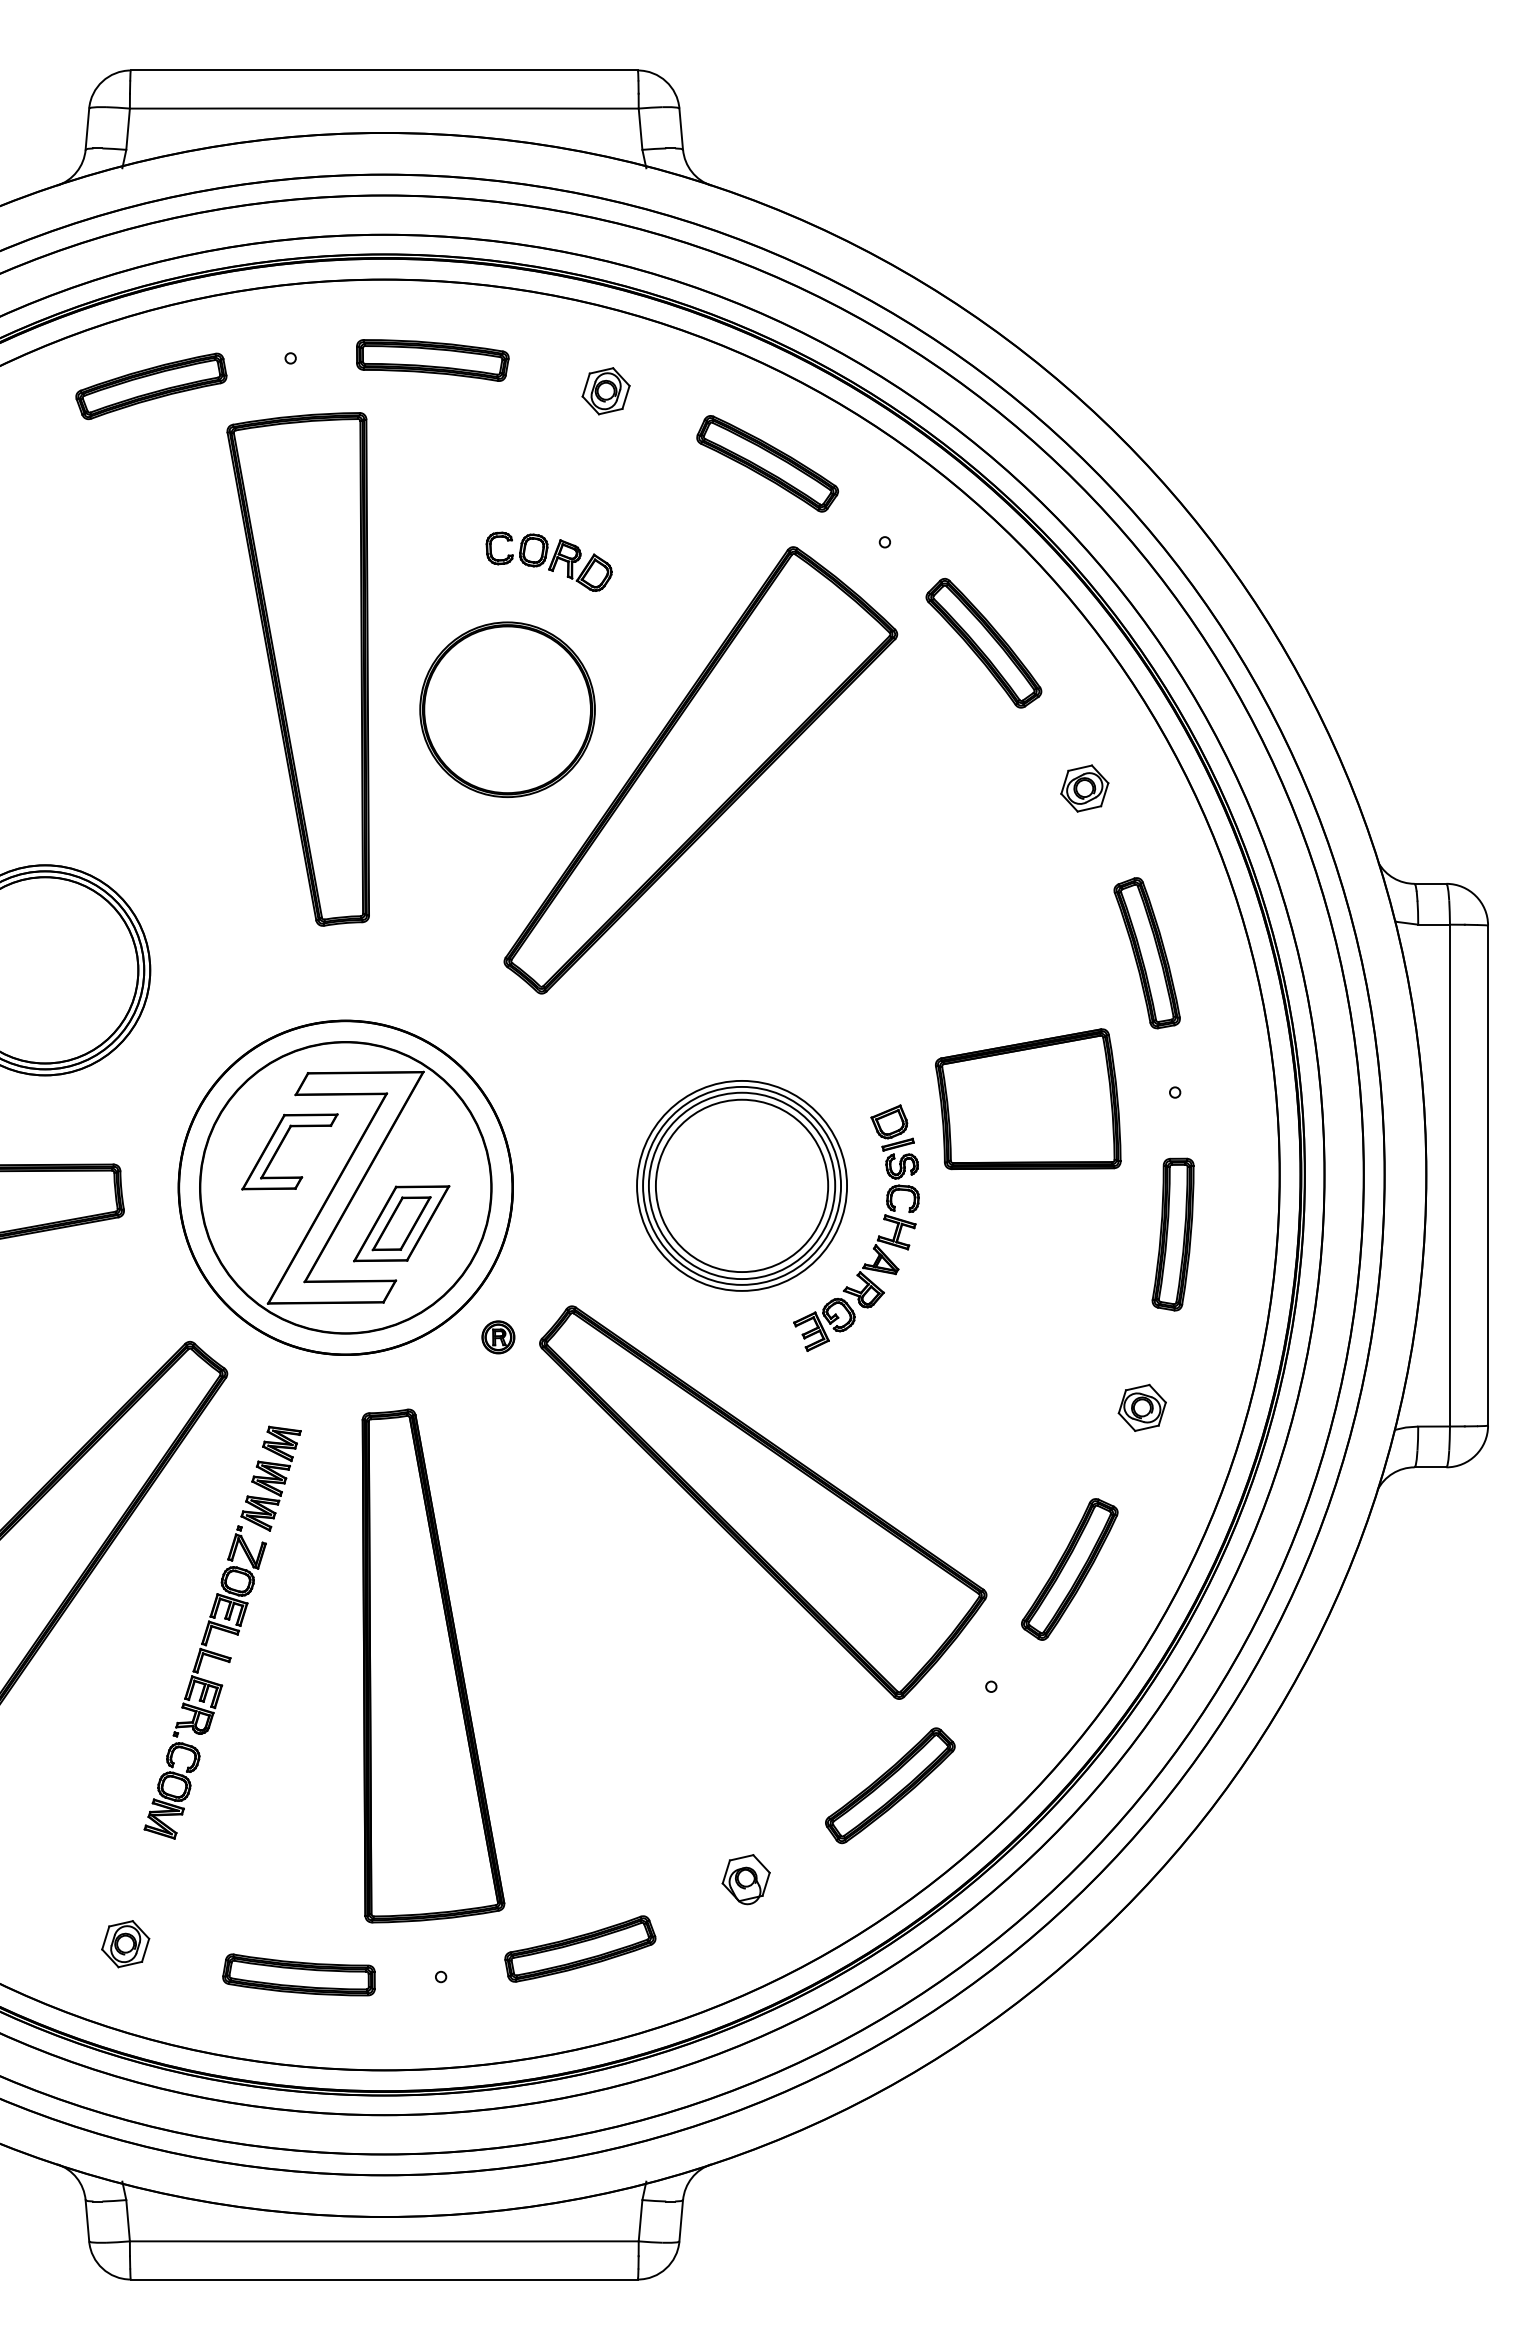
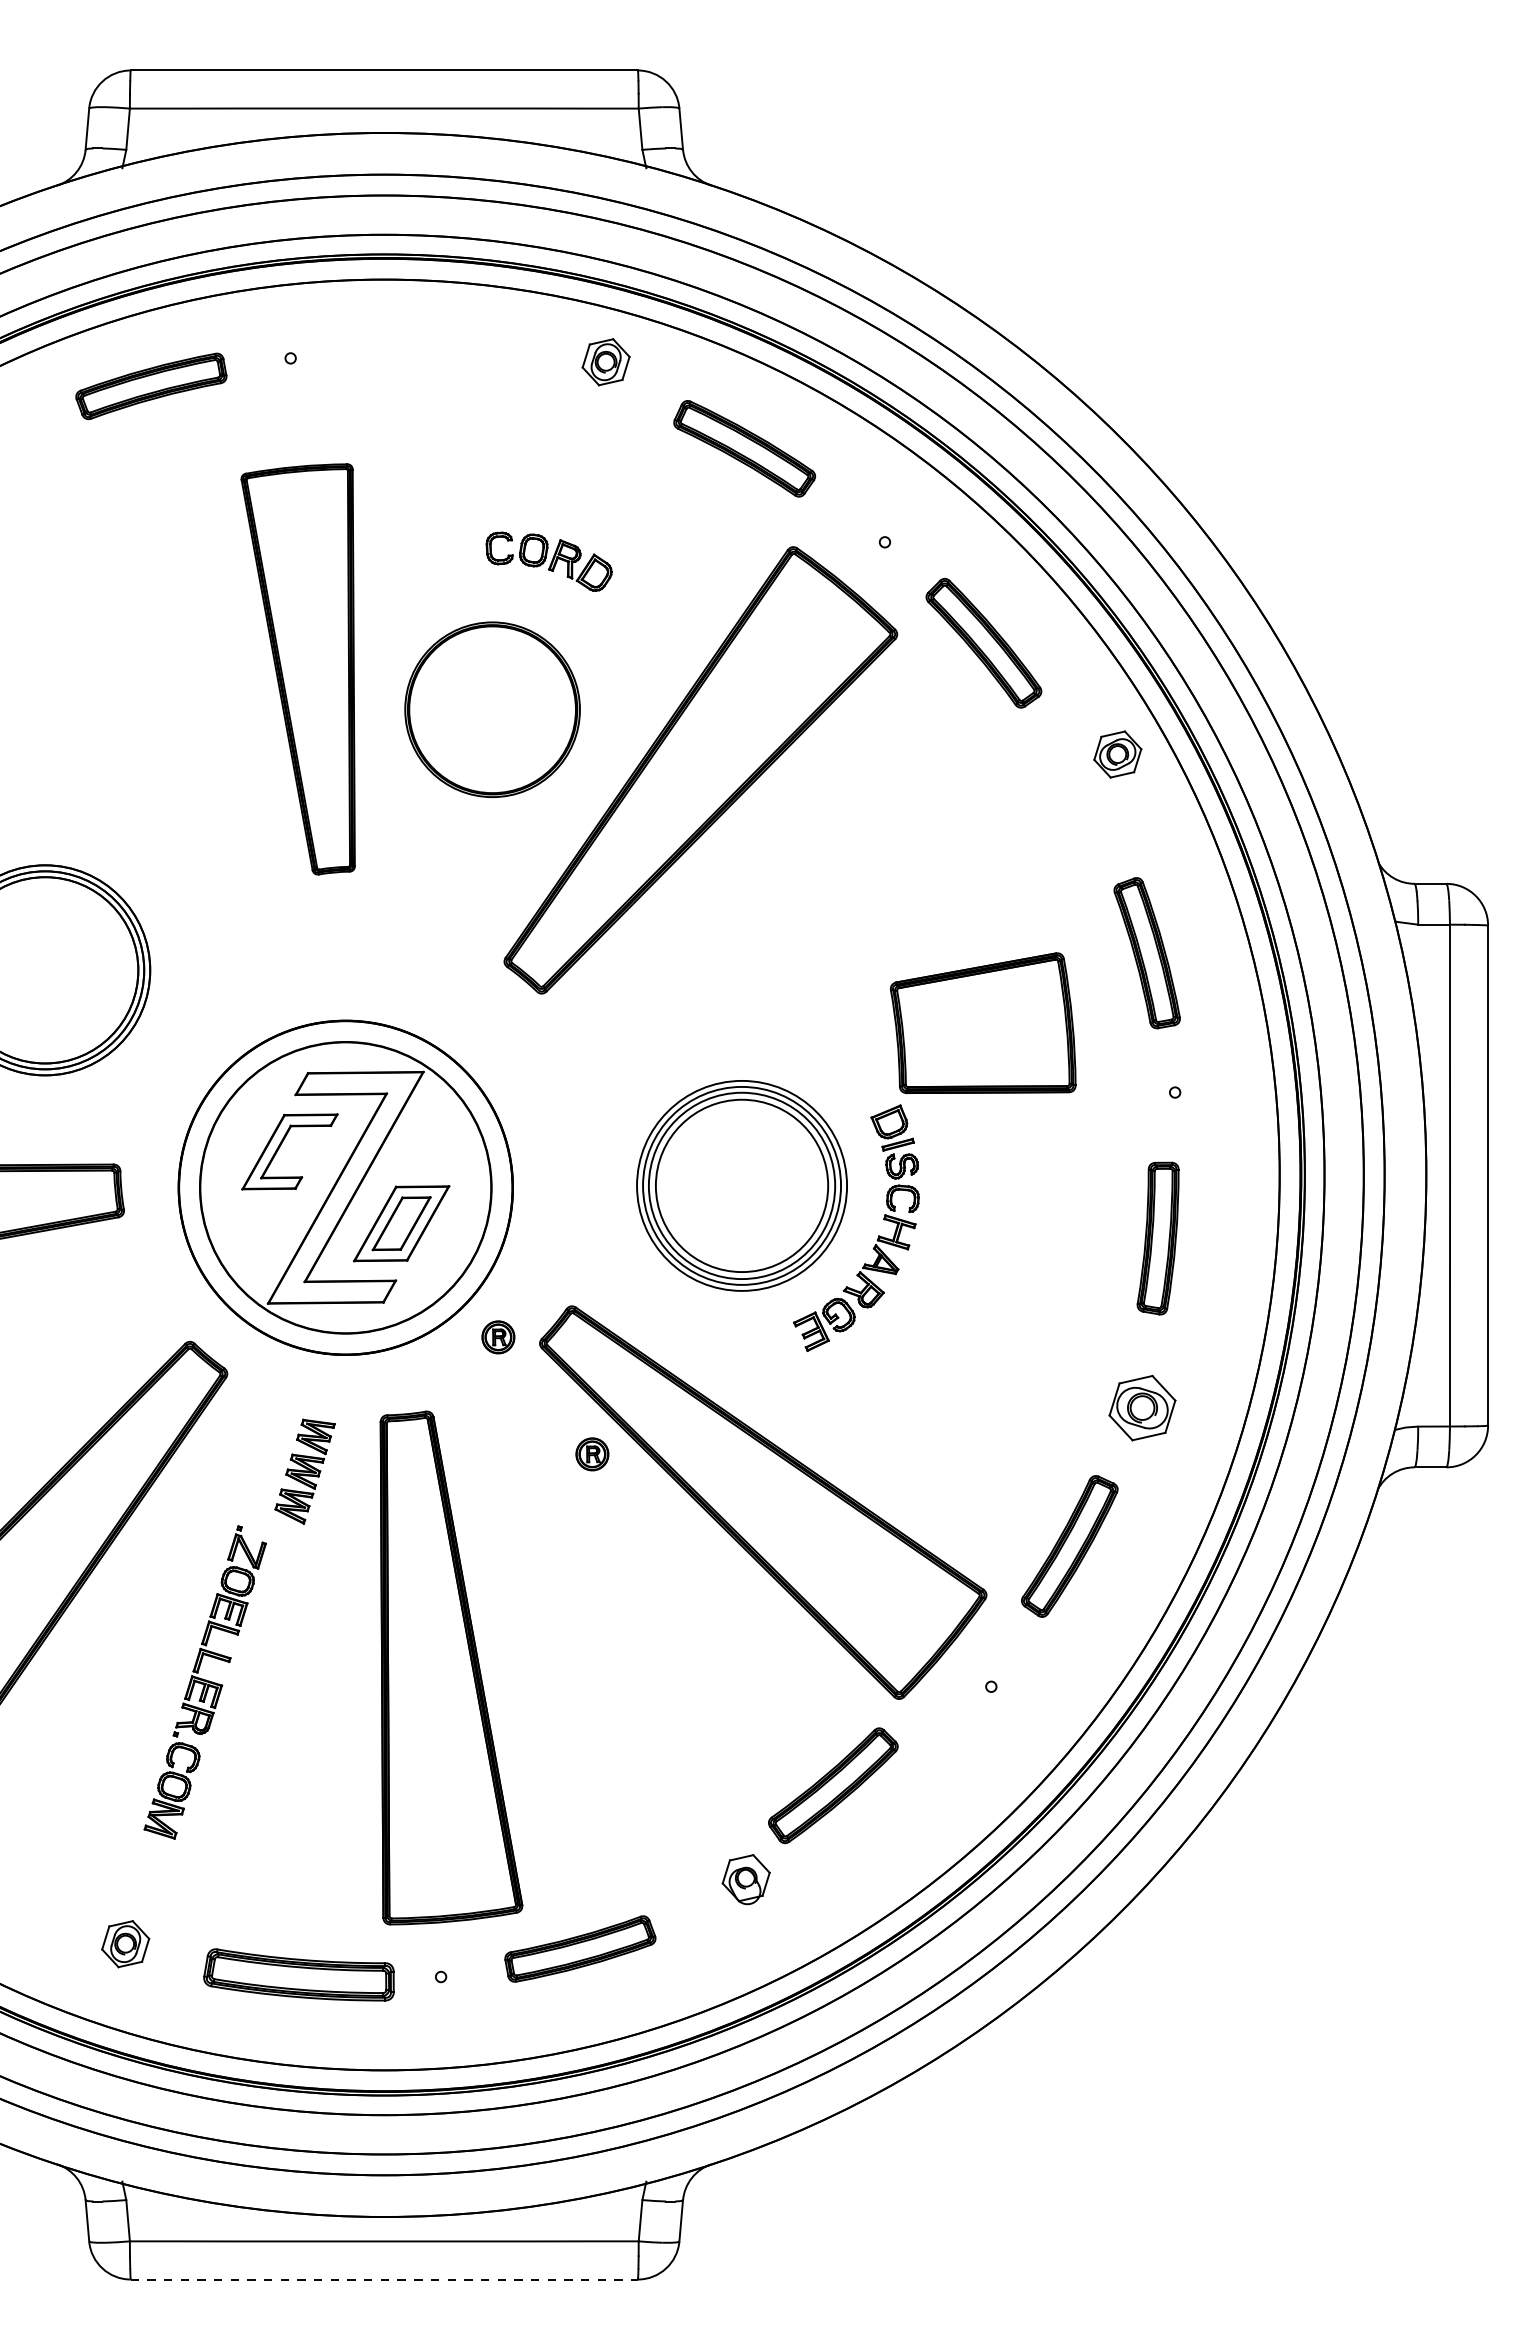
part at (432, 360): present -> none
part at (605, 391) position: (605, 391) -> (605, 362)
part at (767, 463) position: (767, 463) -> (744, 448)
part at (297, 669) size: 144x515 px -> 116x413 px
part at (507, 709) position: (507, 709) -> (492, 709)
part at (1084, 788) position: (1084, 788) -> (1117, 754)
part at (1028, 1099) position: (1028, 1099) -> (983, 1023)
part at (1172, 1234) position: (1172, 1234) -> (1157, 1238)
part at (1141, 1407) size: 50x49 px -> 69x68 px
part at (592, 1454): none -> present
part at (270, 1478) position: (270, 1478) -> (304, 1471)
part at (1069, 1569) position: (1069, 1569) -> (1069, 1546)
part at (433, 1665) position: (433, 1665) -> (451, 1667)
part at (890, 1785) position: (890, 1785) -> (833, 1785)
part at (298, 1974) size: 154x44 px -> 192x54 px
line at (384, 2279): solid -> dashed
